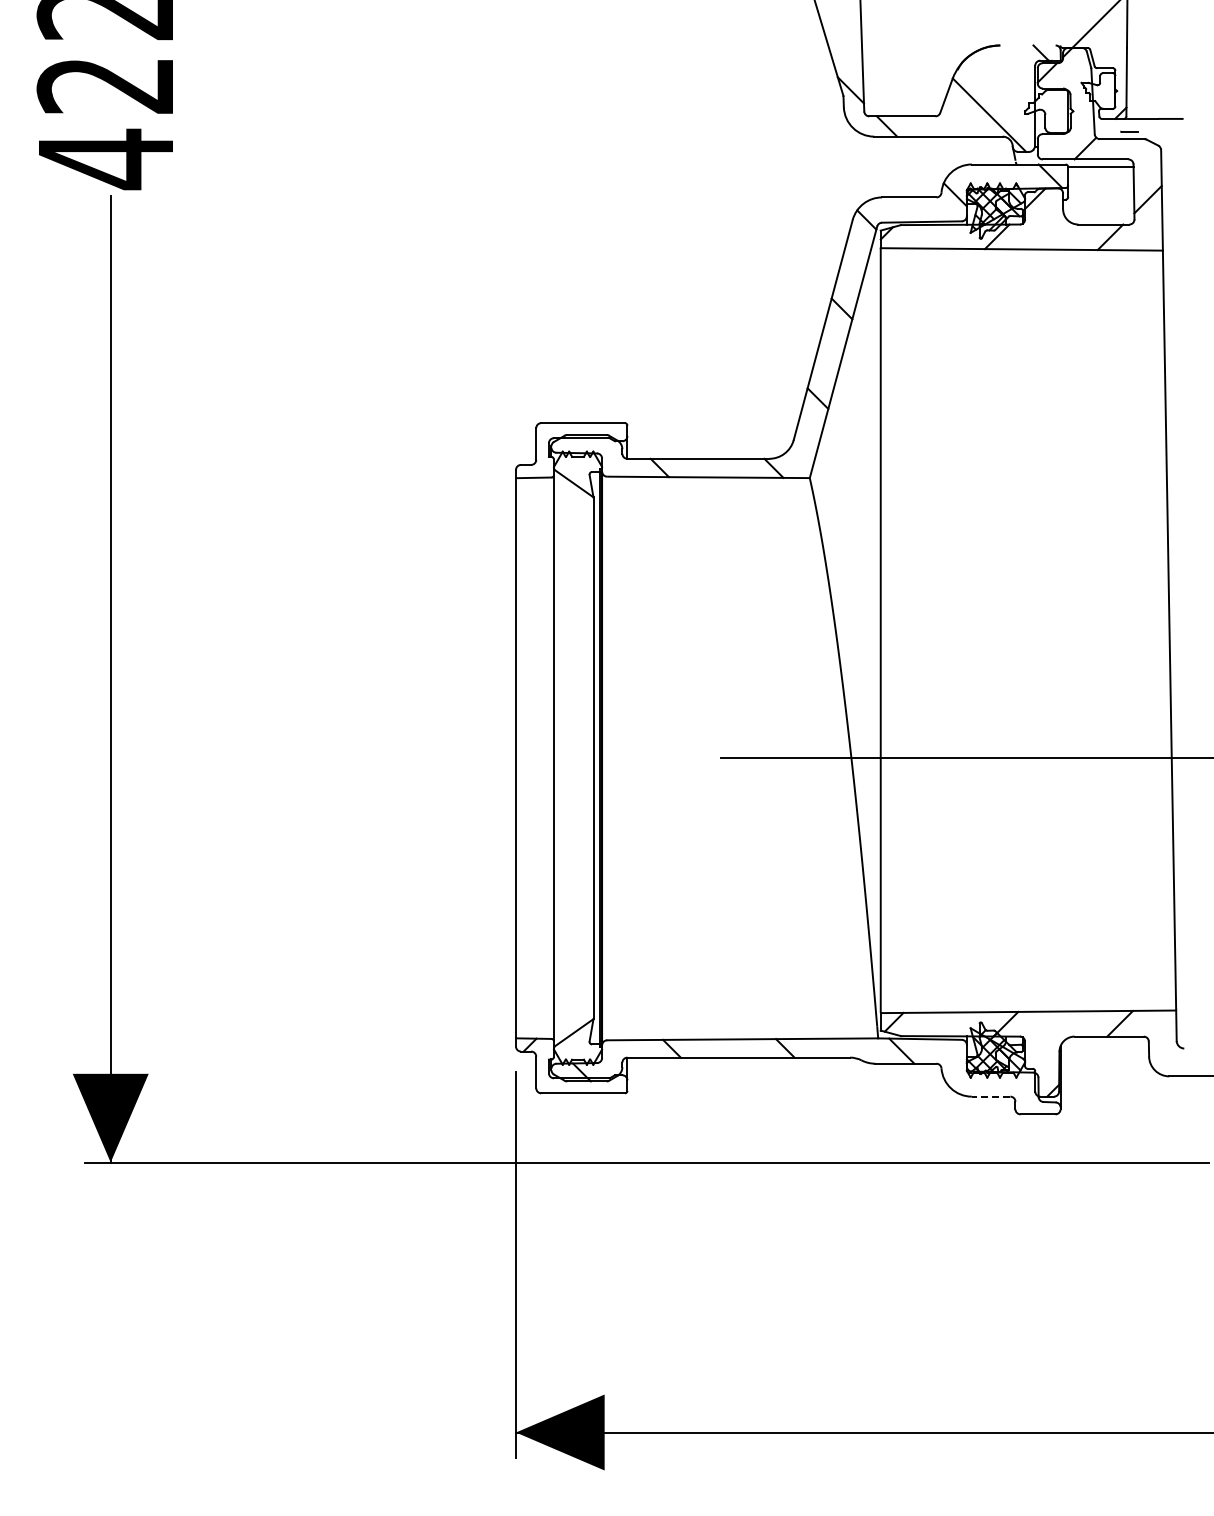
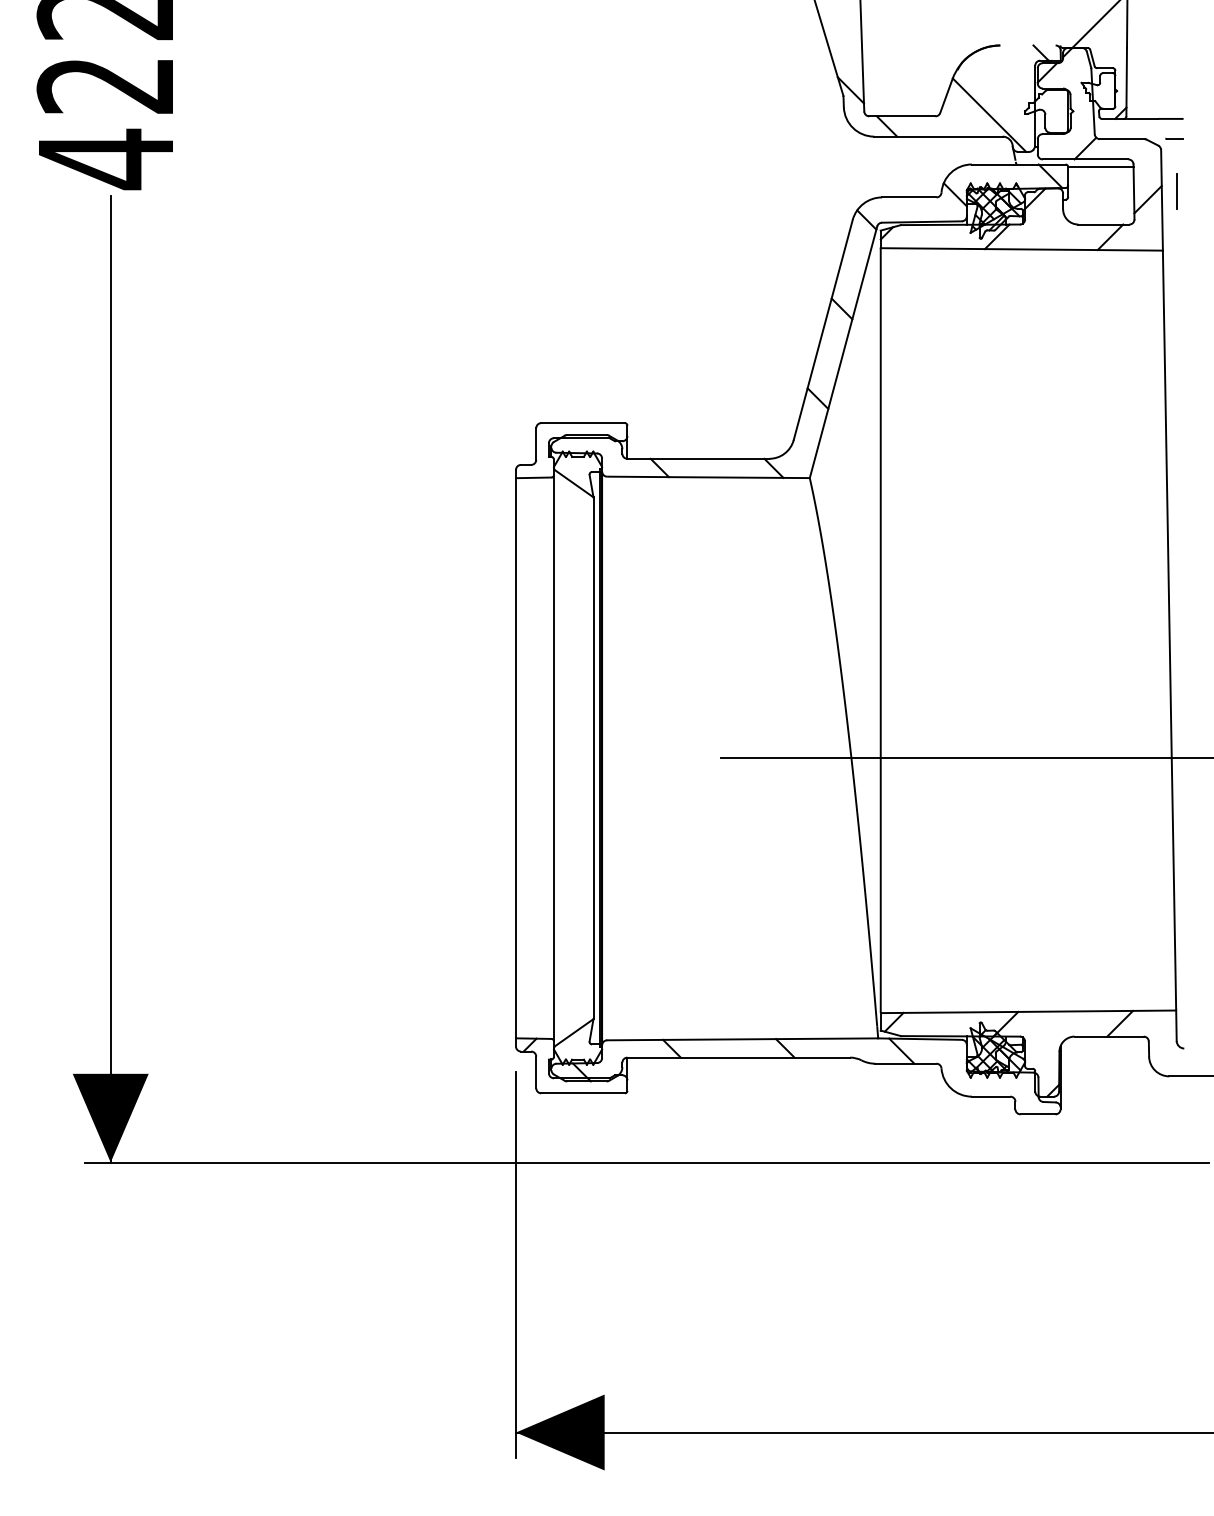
line at (1129, 131) position: (1129, 131) -> (1174, 138)
line at (1177, 191): none -> present
line at (990, 1096): dashed -> solid
